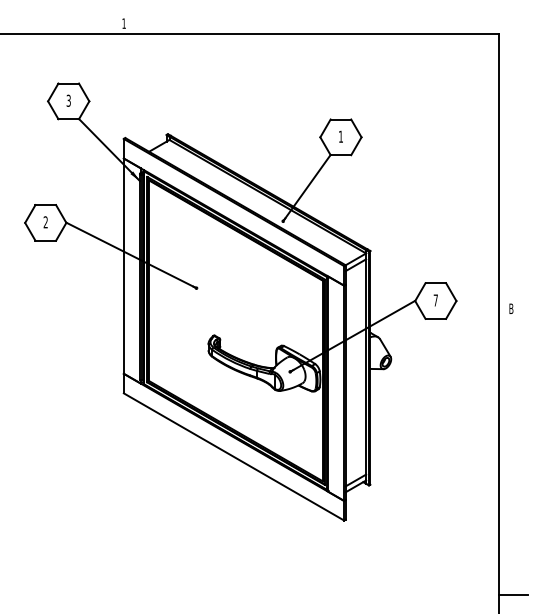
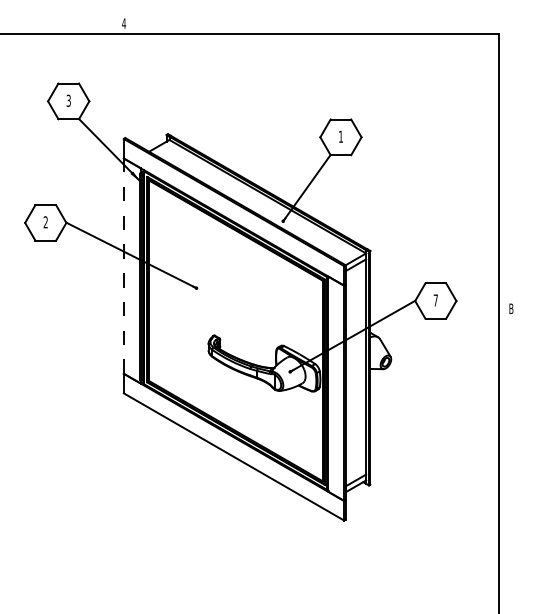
text at (124, 23): 1 -> 4
line at (123, 266): solid -> dashed
line at (513, 594): present -> none
